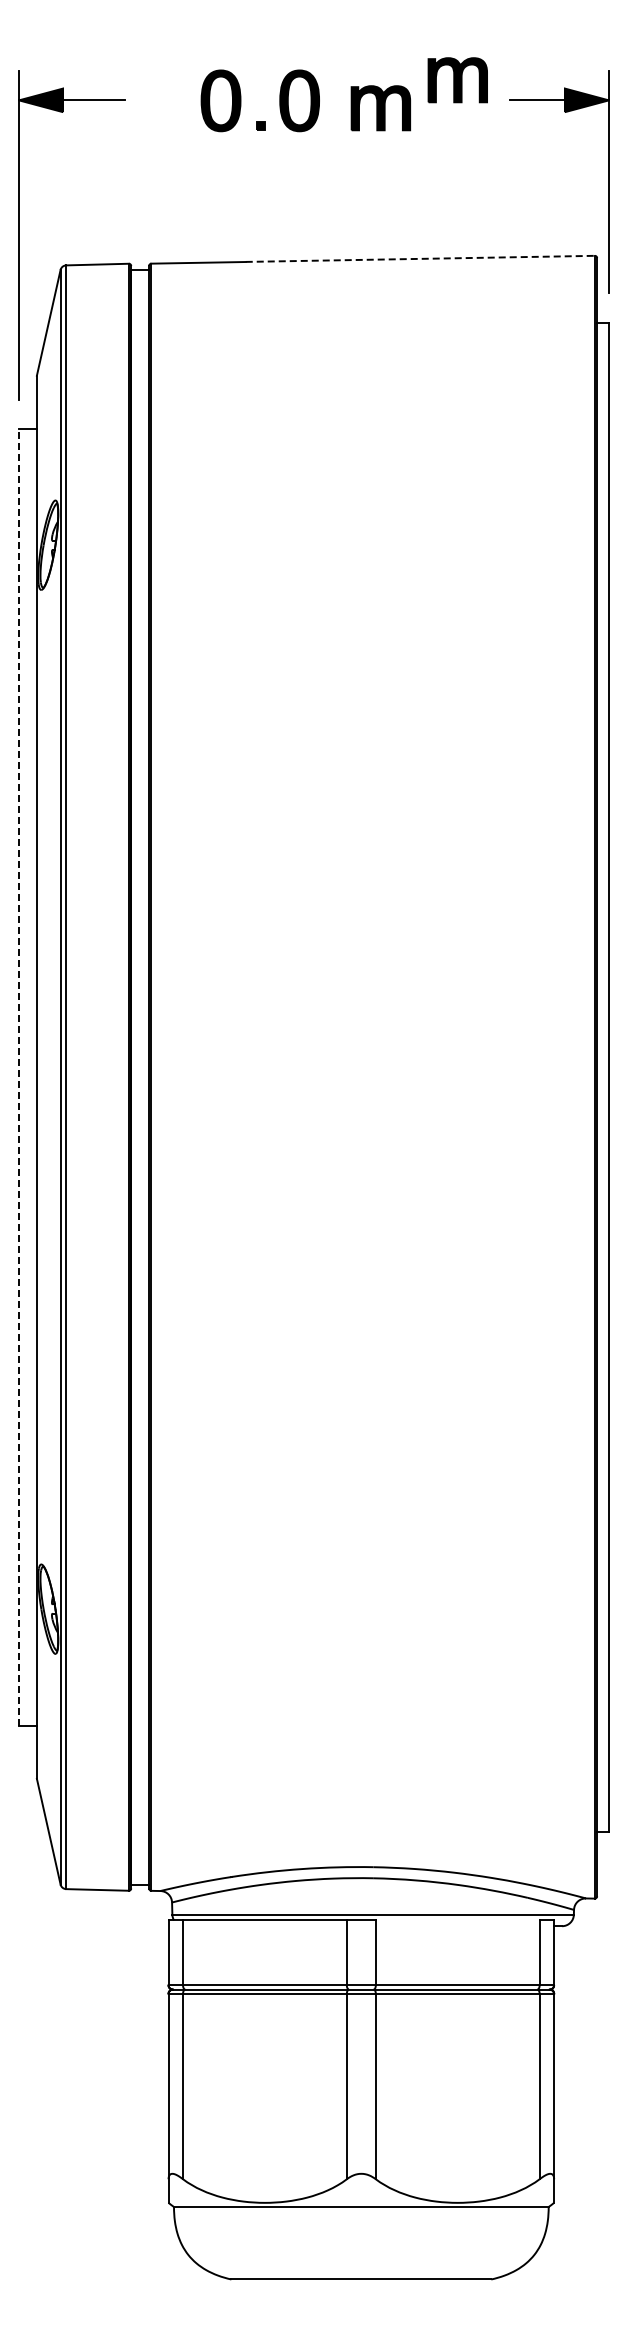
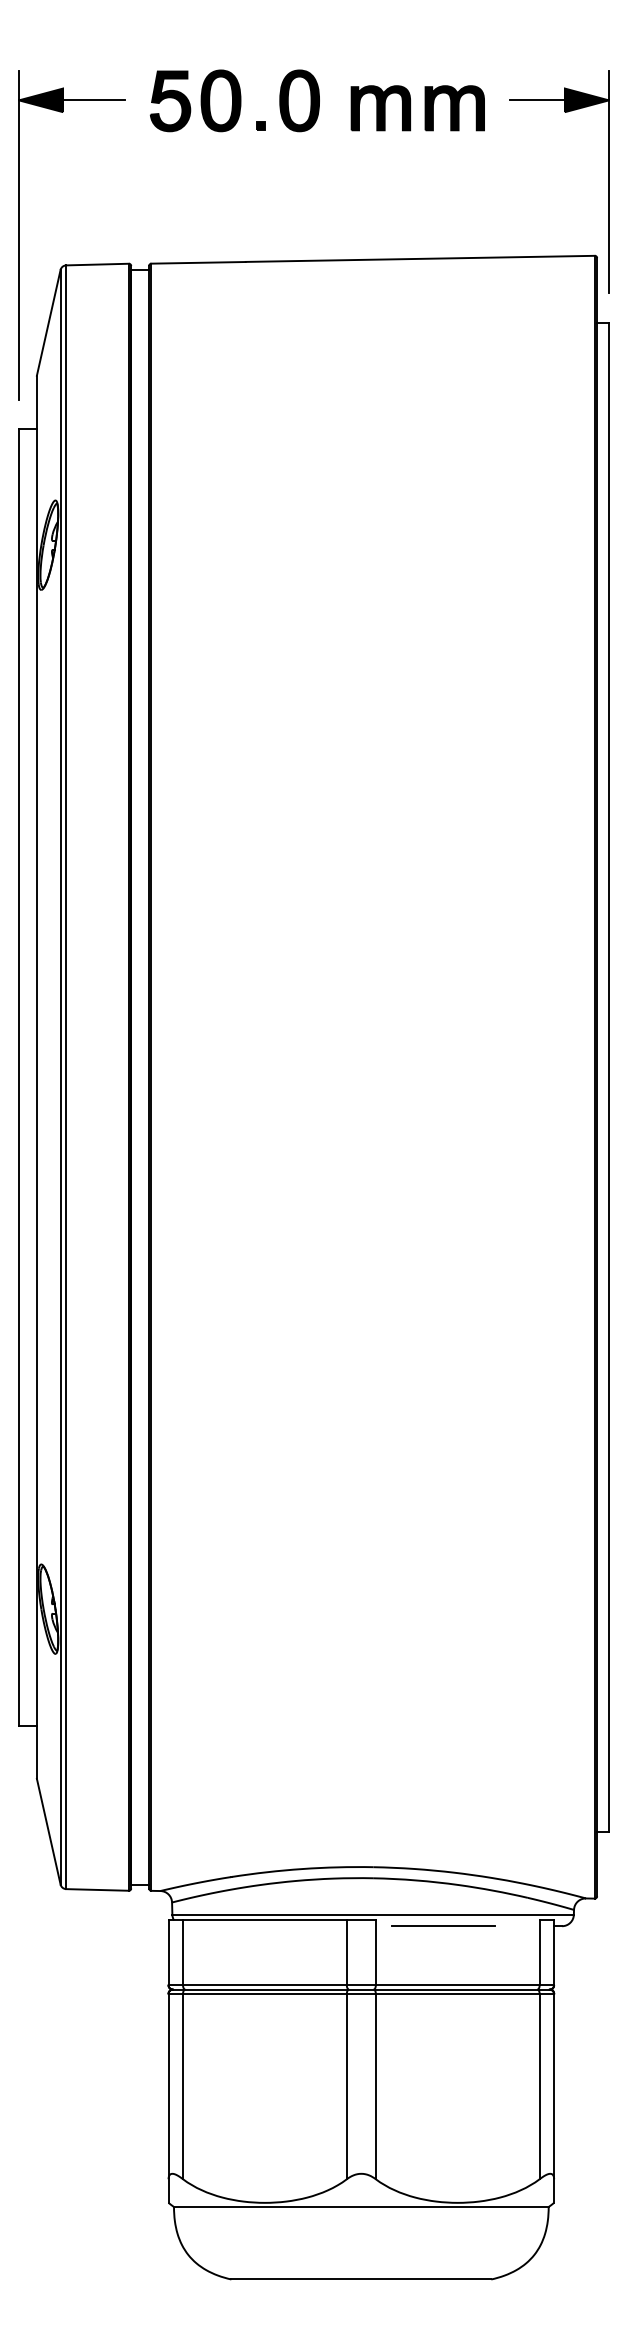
part at (457, 80) position: (457, 80) -> (454, 108)
part at (170, 101): none -> present
line at (420, 258): dashed -> solid
line at (19, 1077): dashed -> solid
line at (443, 1926): none -> present
